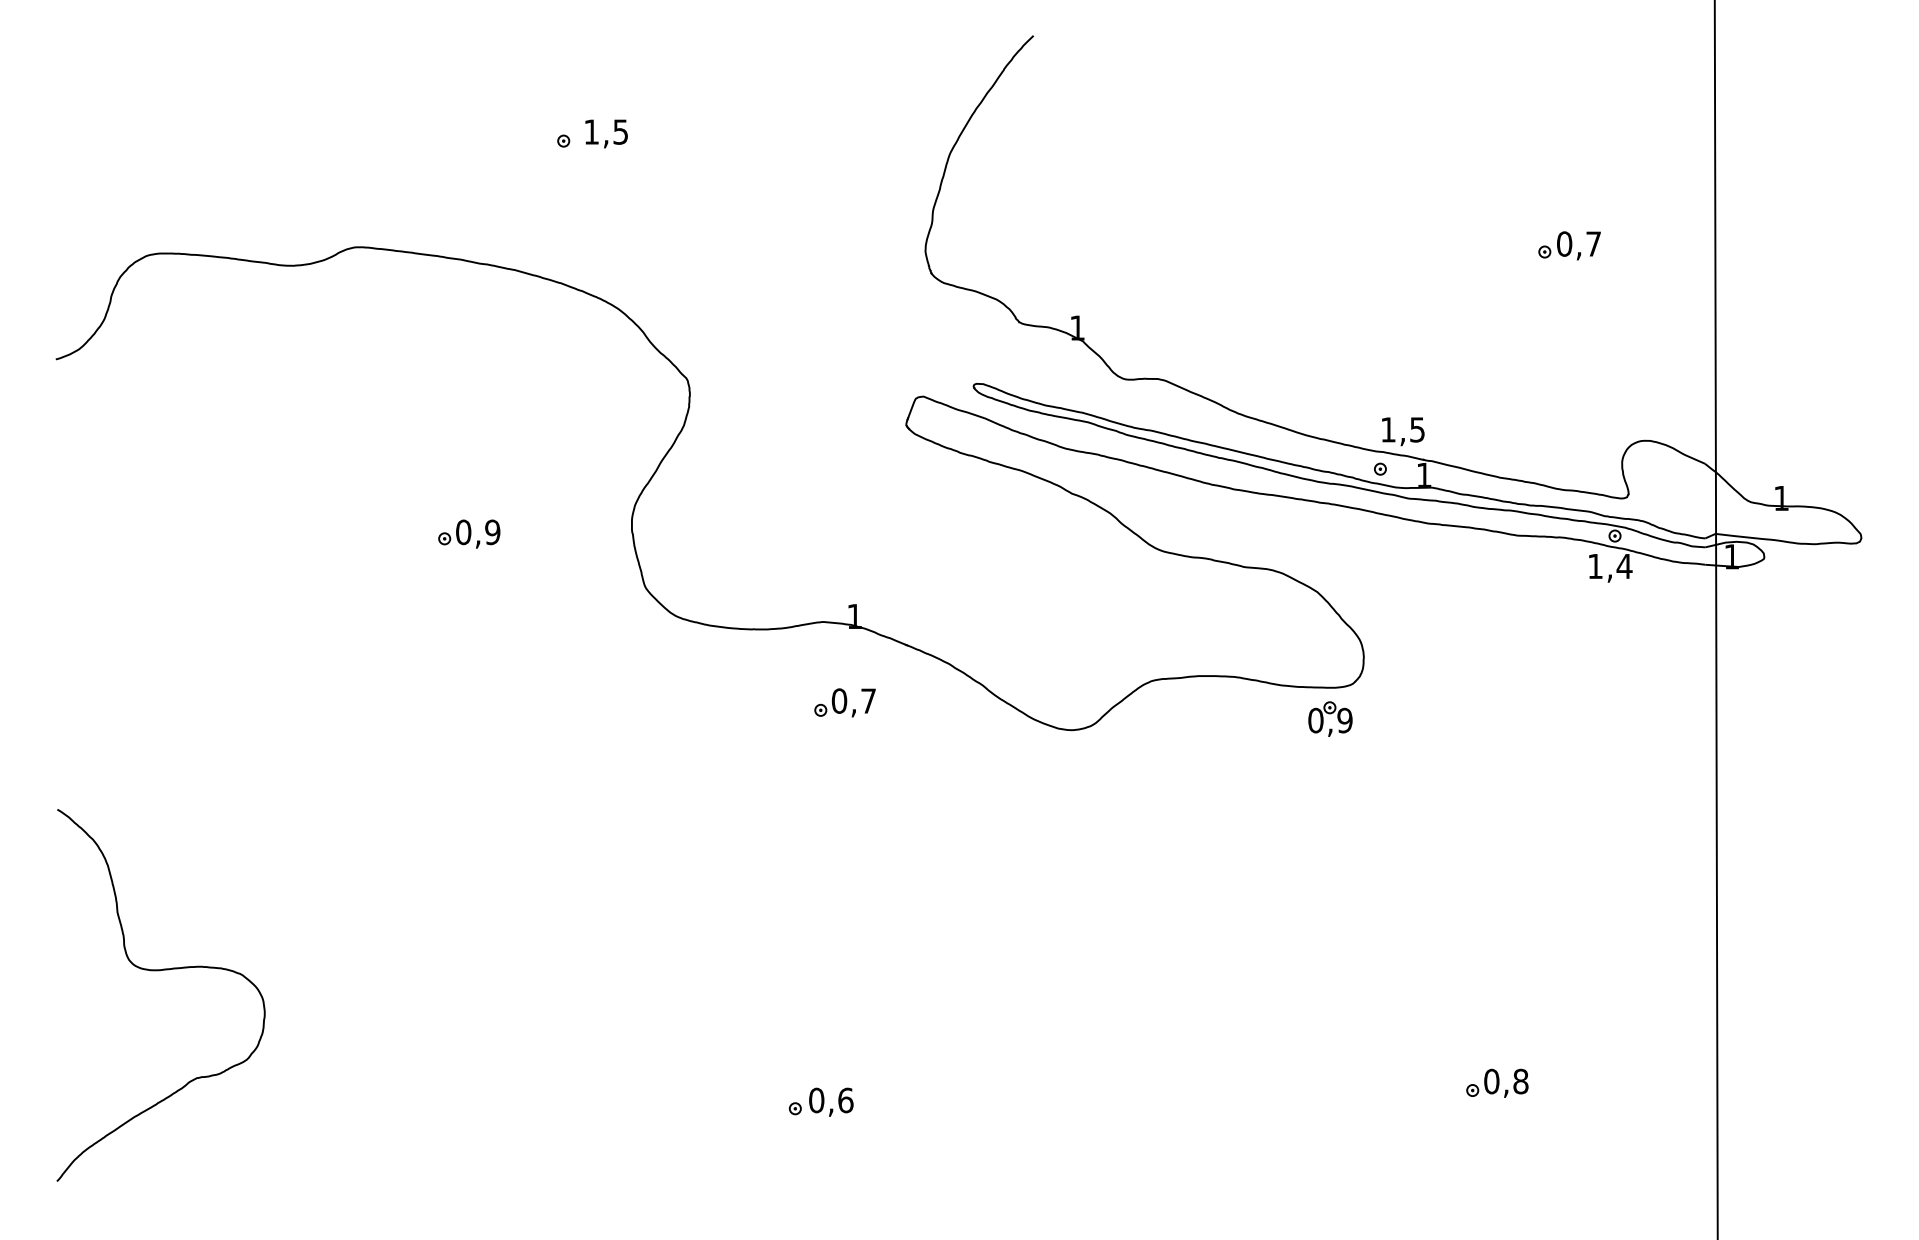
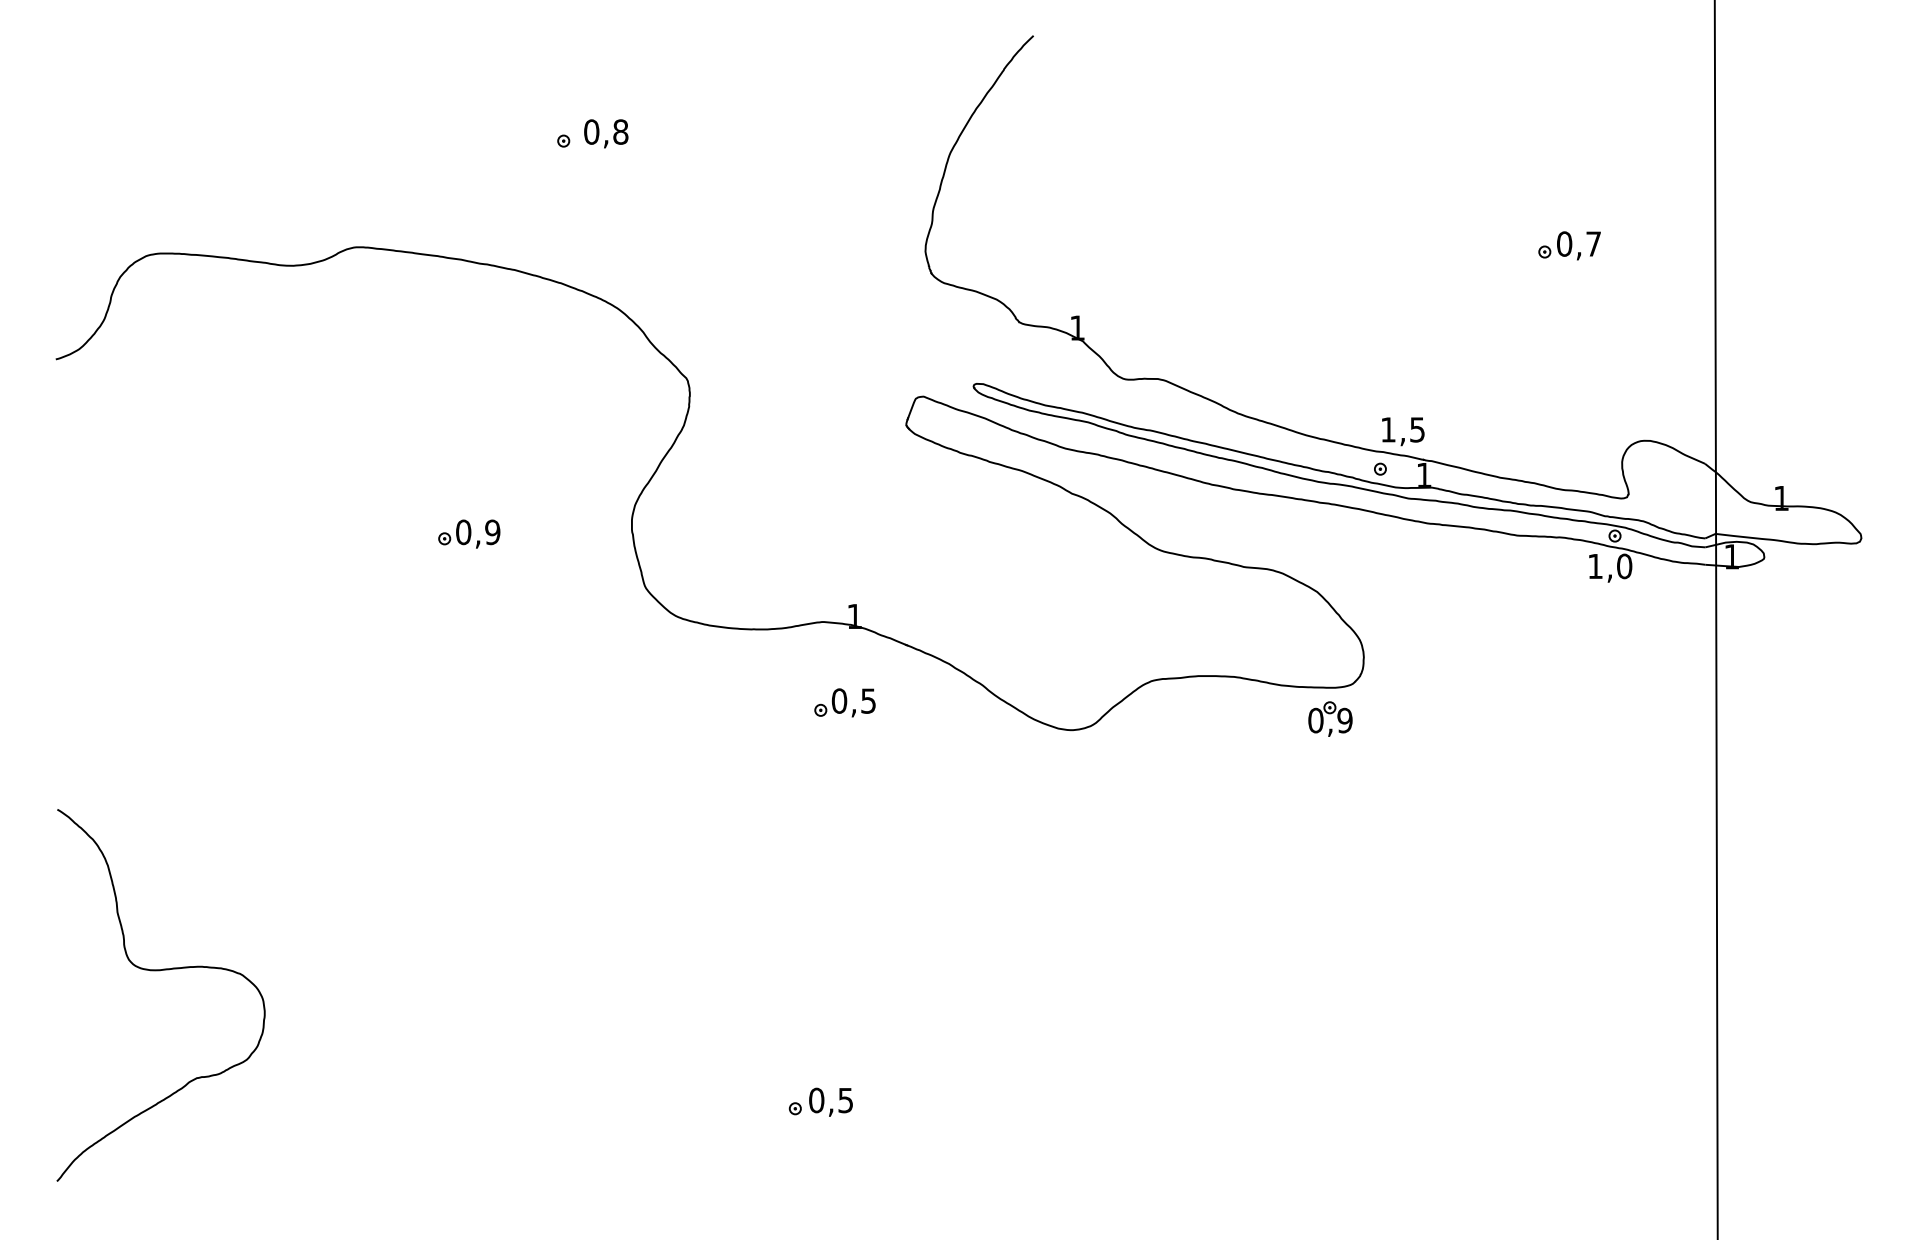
text at (606, 131): 1,5 -> 0,8
text at (1624, 566): 1,4 -> 1,0
text at (868, 700): 0,7 -> 0,5
part at (1497, 1082): present -> none
text at (845, 1100): 0,6 -> 0,5
